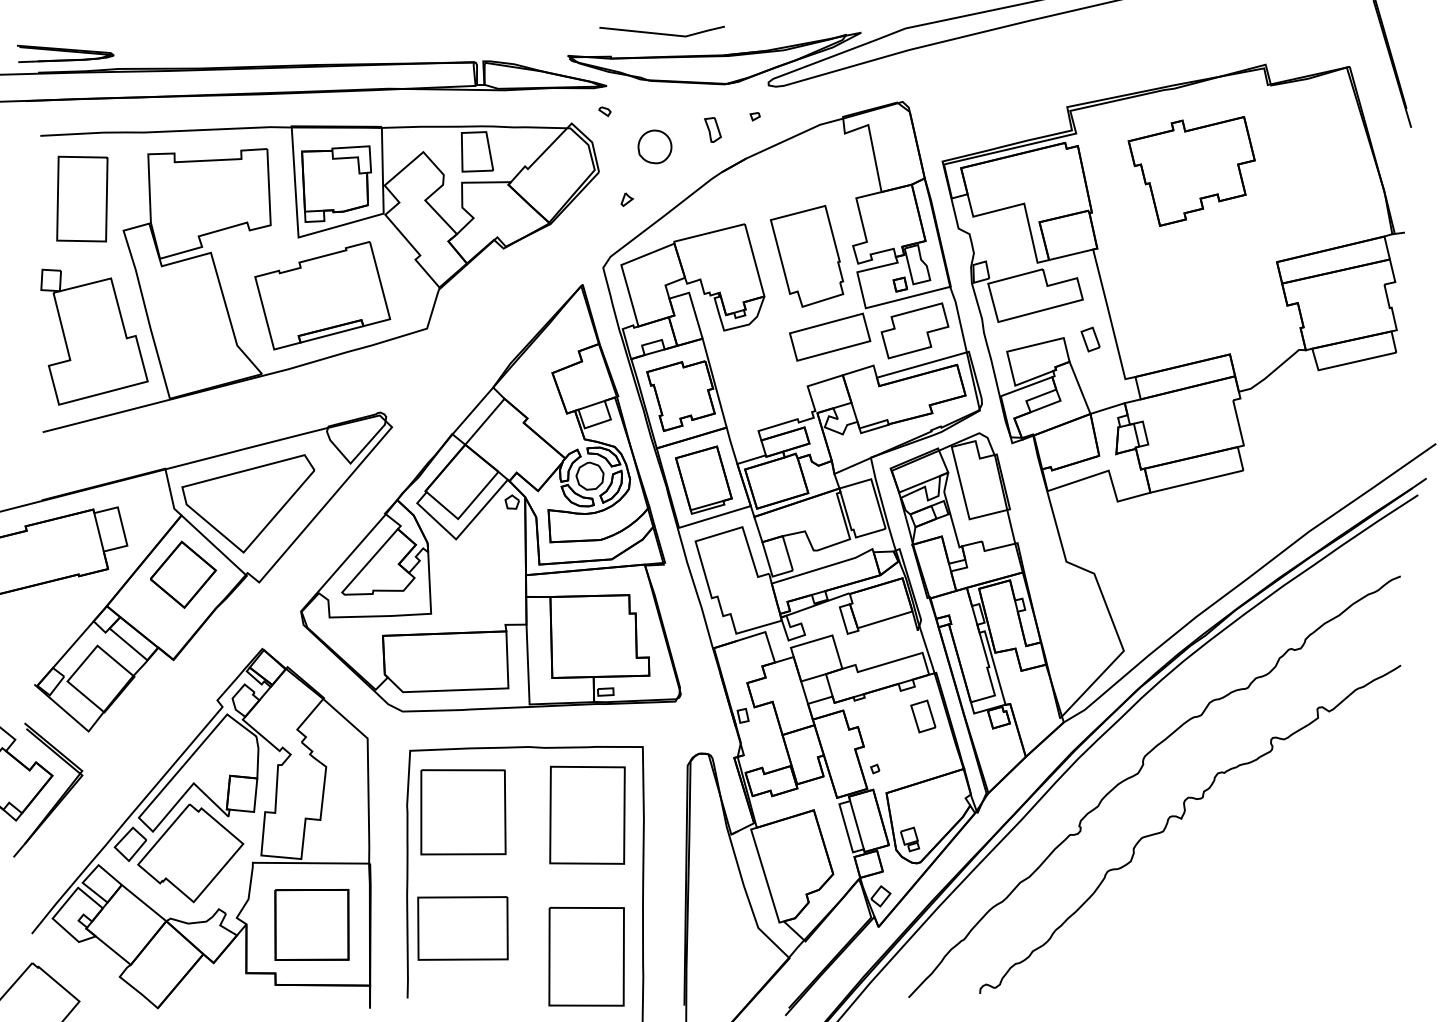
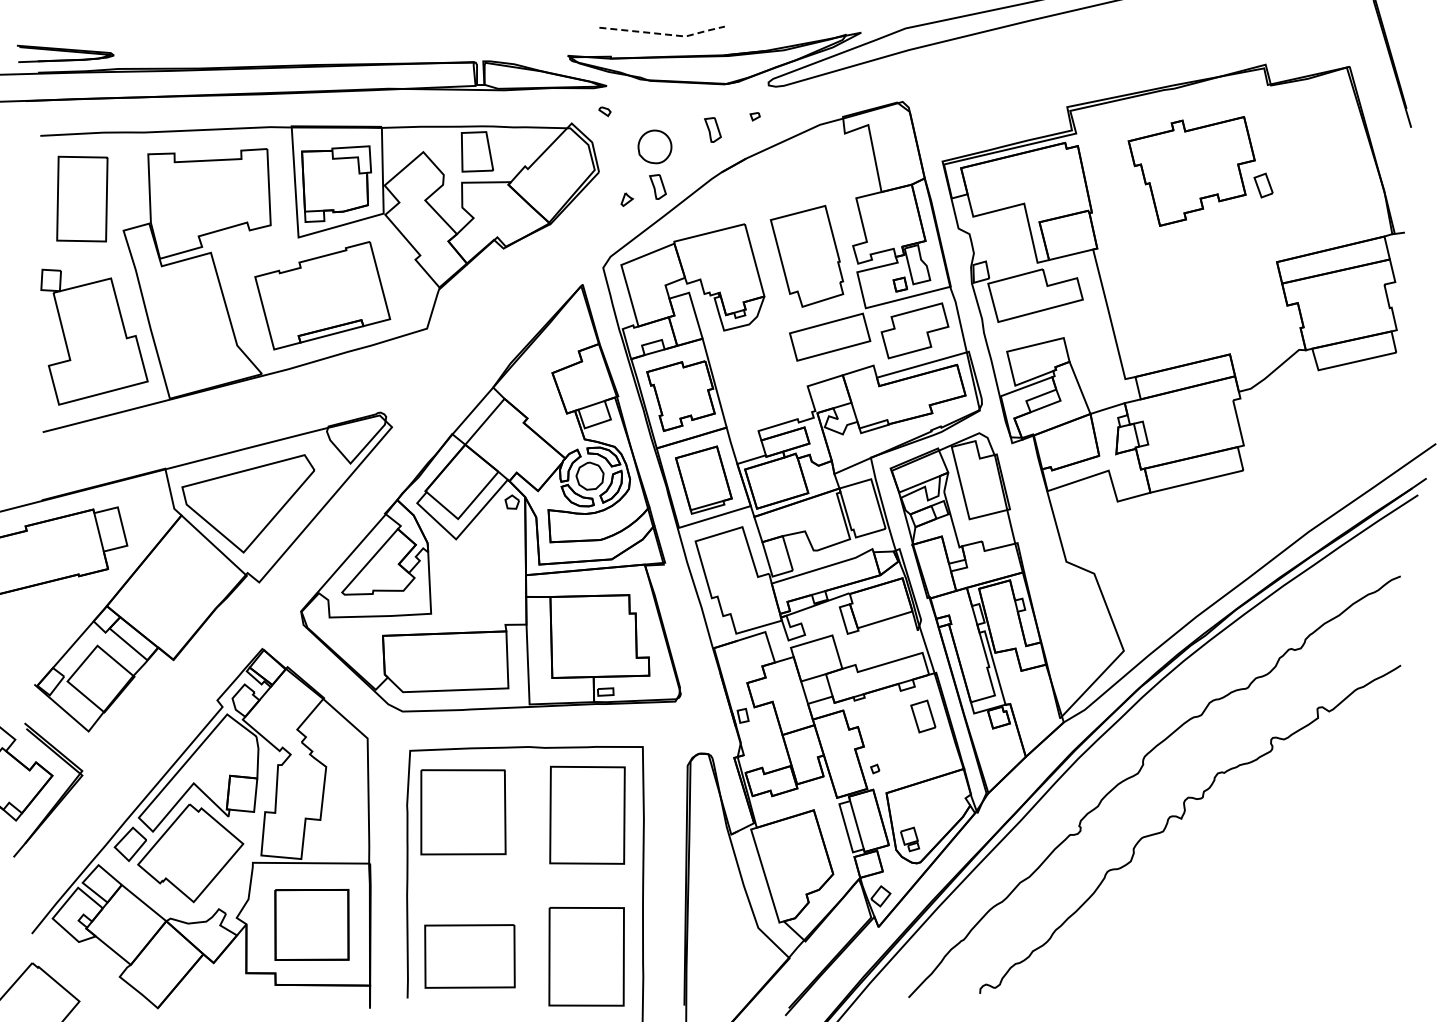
line at (663, 34): solid -> dashed
part at (657, 186): none -> present
part at (1090, 339) position: (1090, 339) -> (1263, 185)
part at (183, 574): present -> none
part at (462, 928) position: (462, 928) -> (469, 956)
